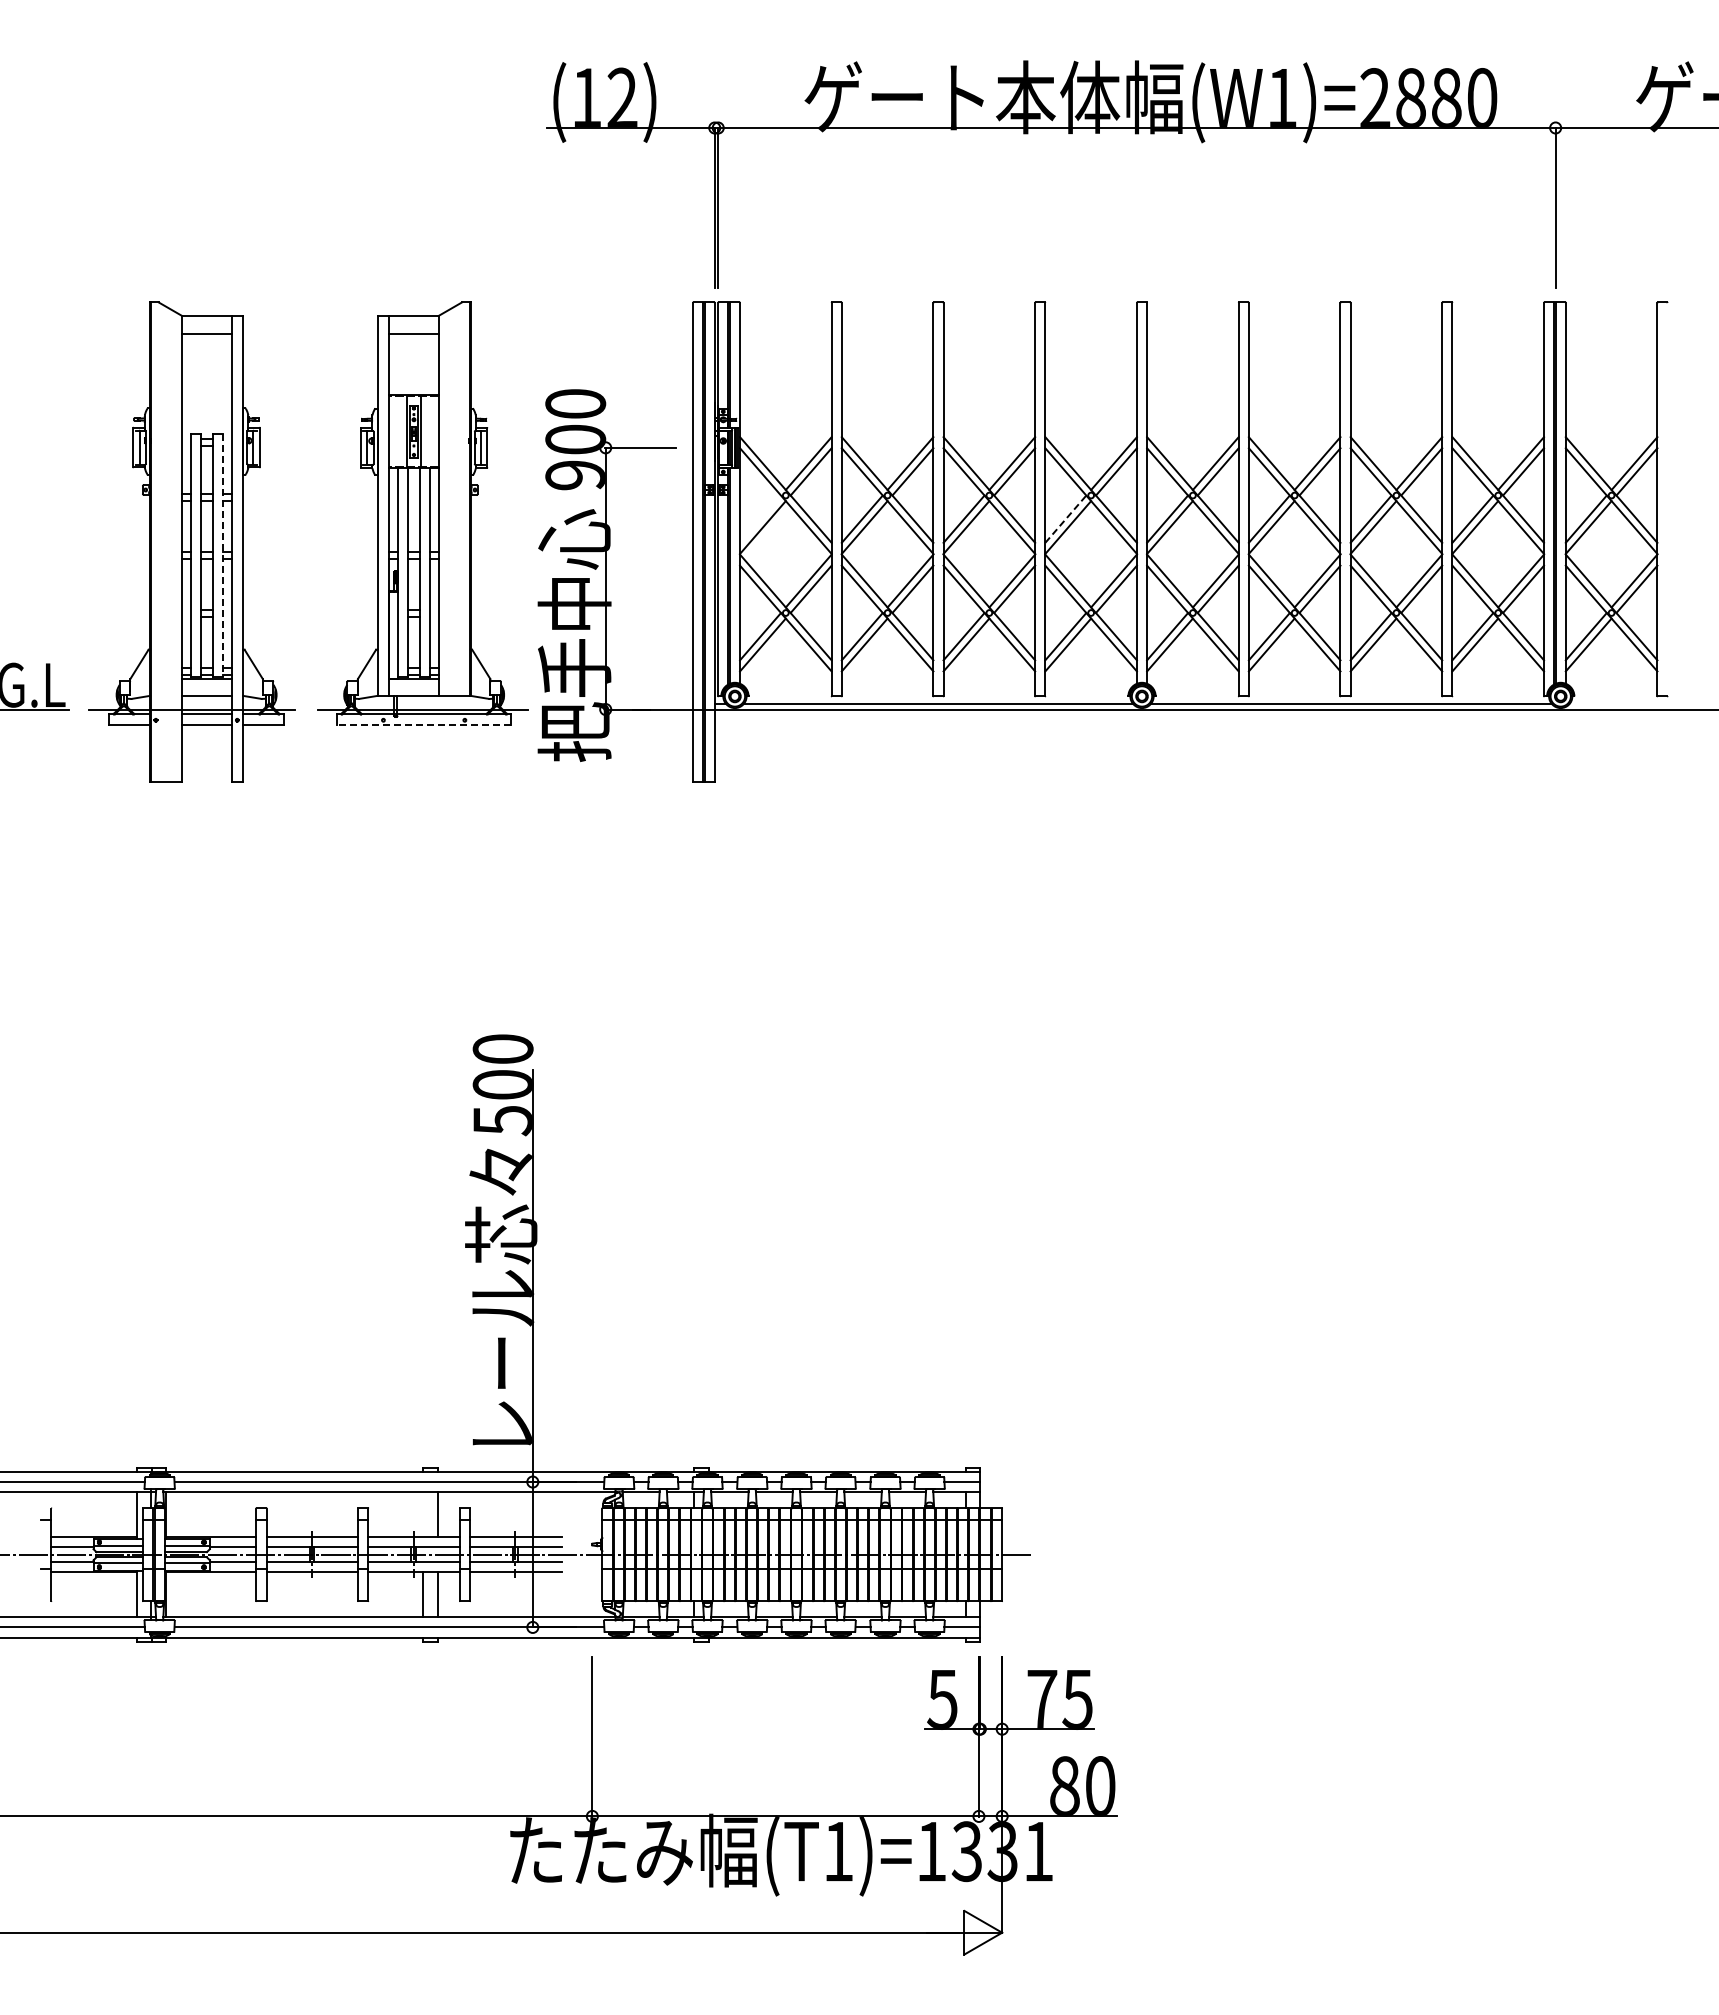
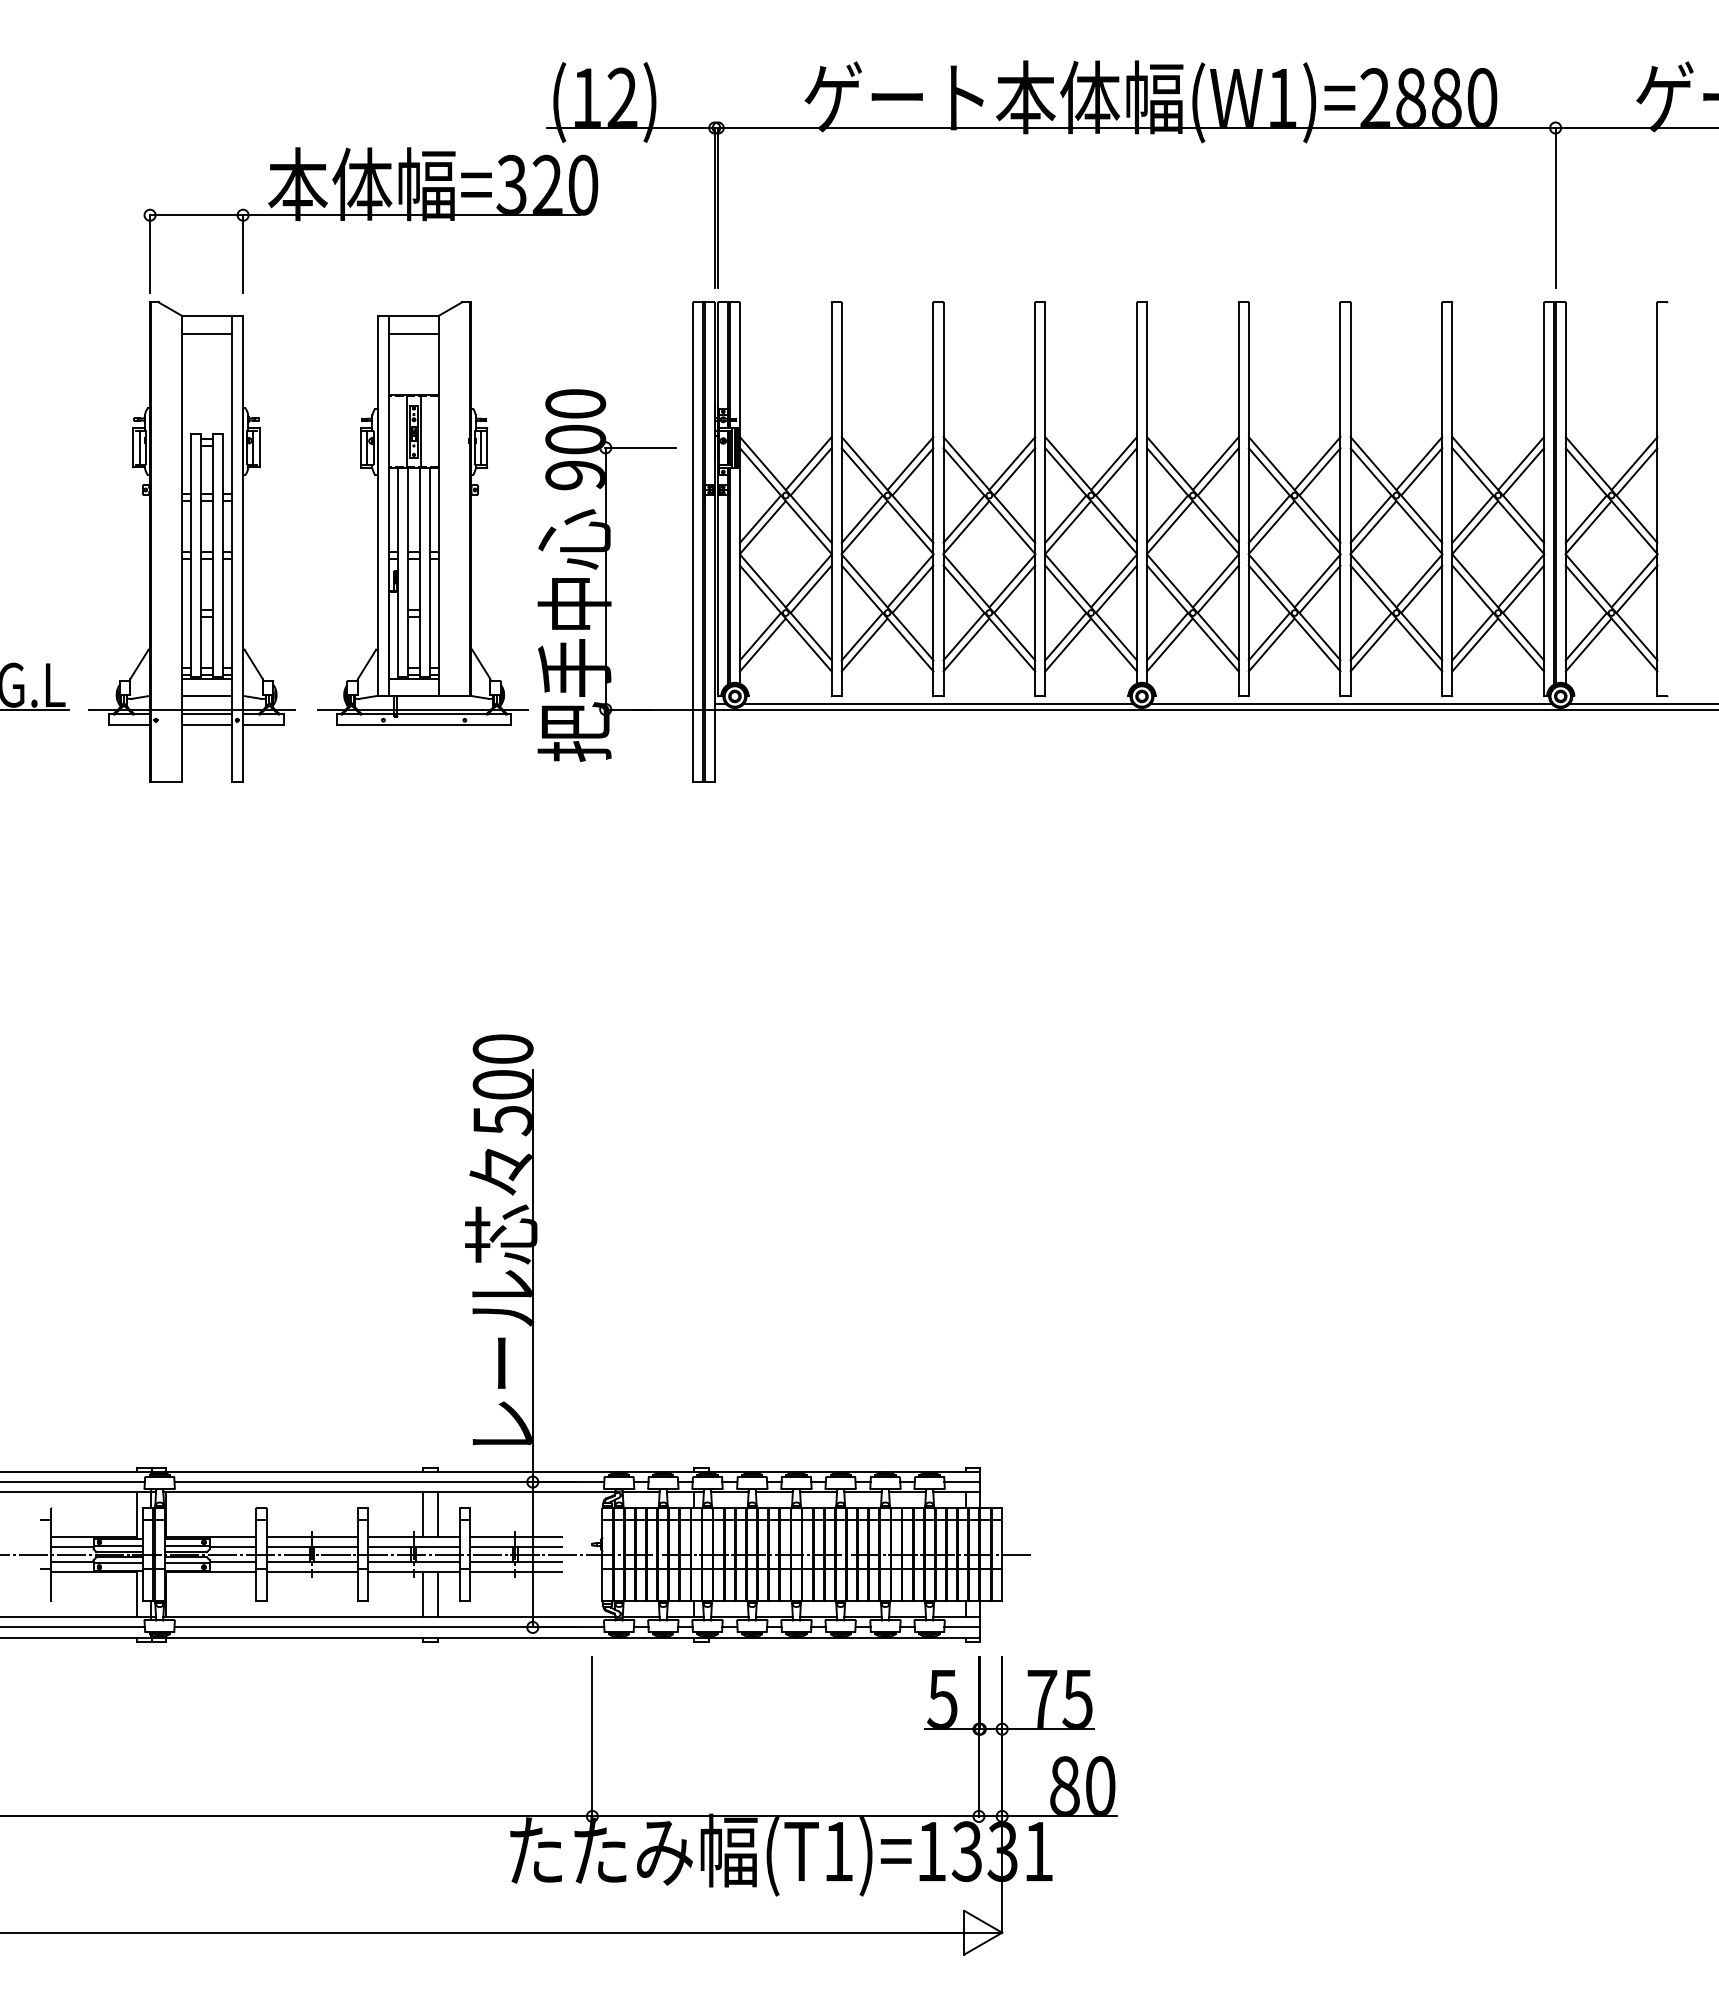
part at (370, 220): none -> present
line at (760, 518): none -> present
line at (1066, 518): dashed -> solid
line at (223, 555): dashed -> solid
line at (1642, 703): none -> present
line at (423, 724): dashed -> solid
line at (423, 1514): none -> present
